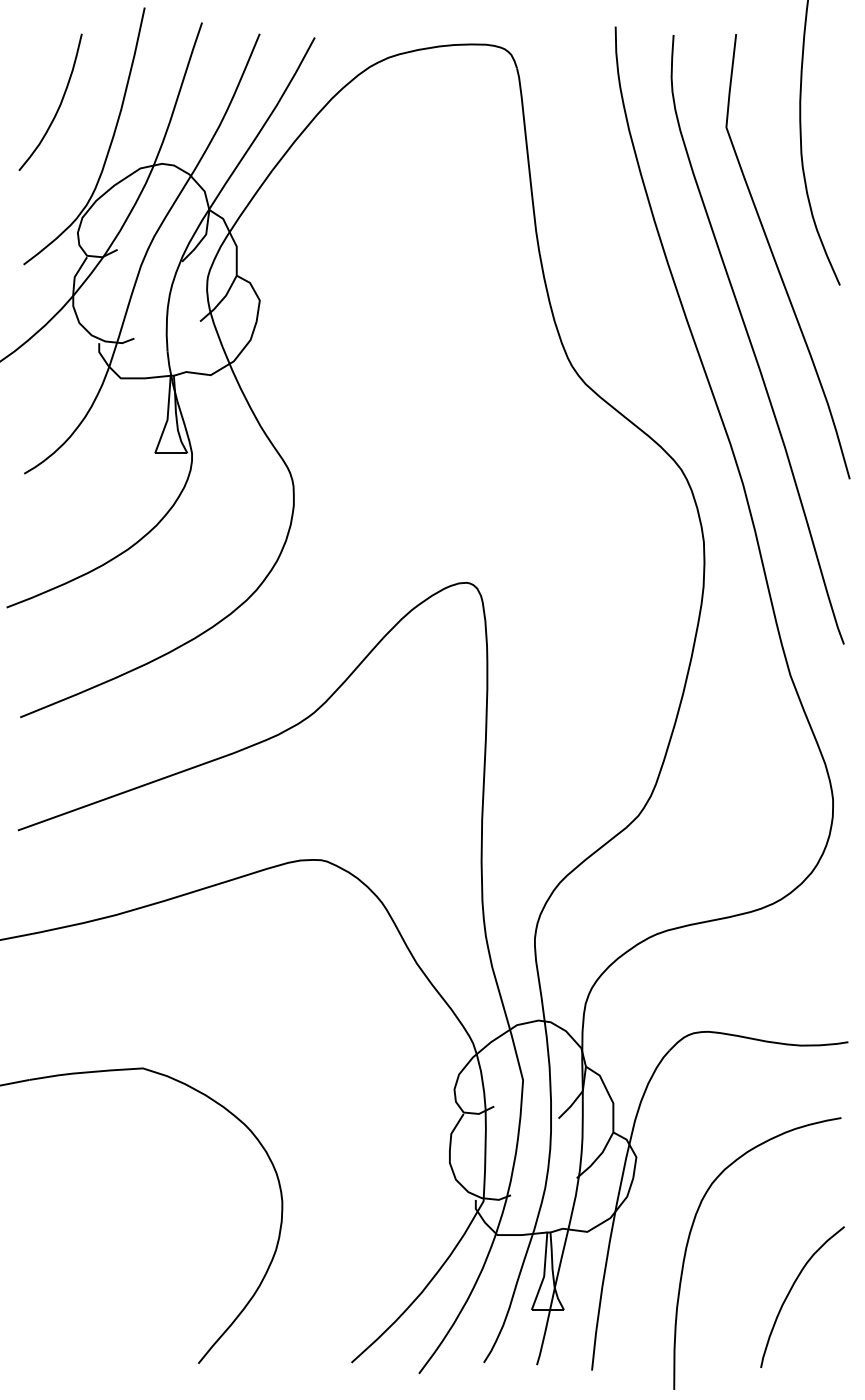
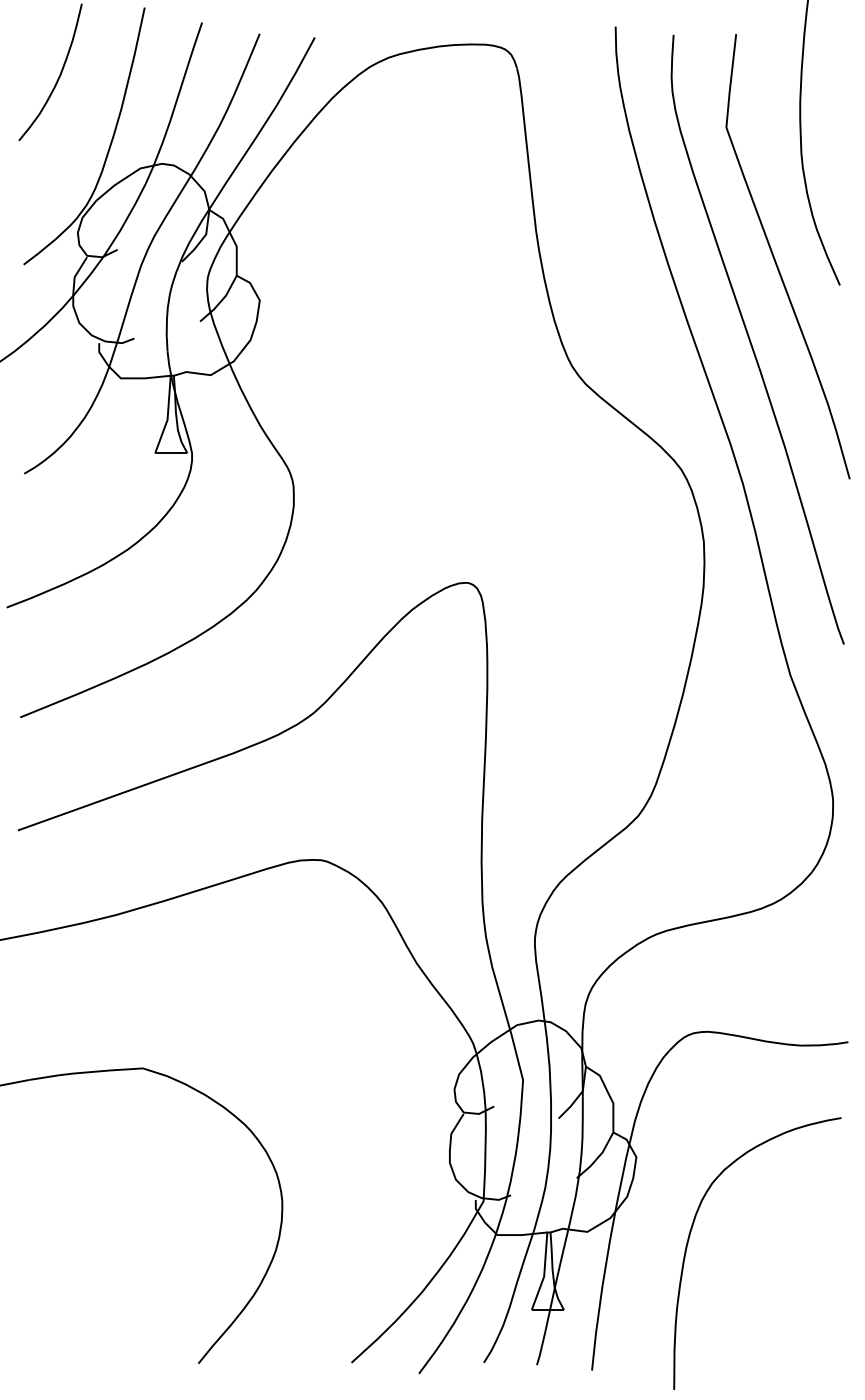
curve at (58, 106) position: (58, 106) -> (58, 76)
curve at (790, 1292): present -> none
